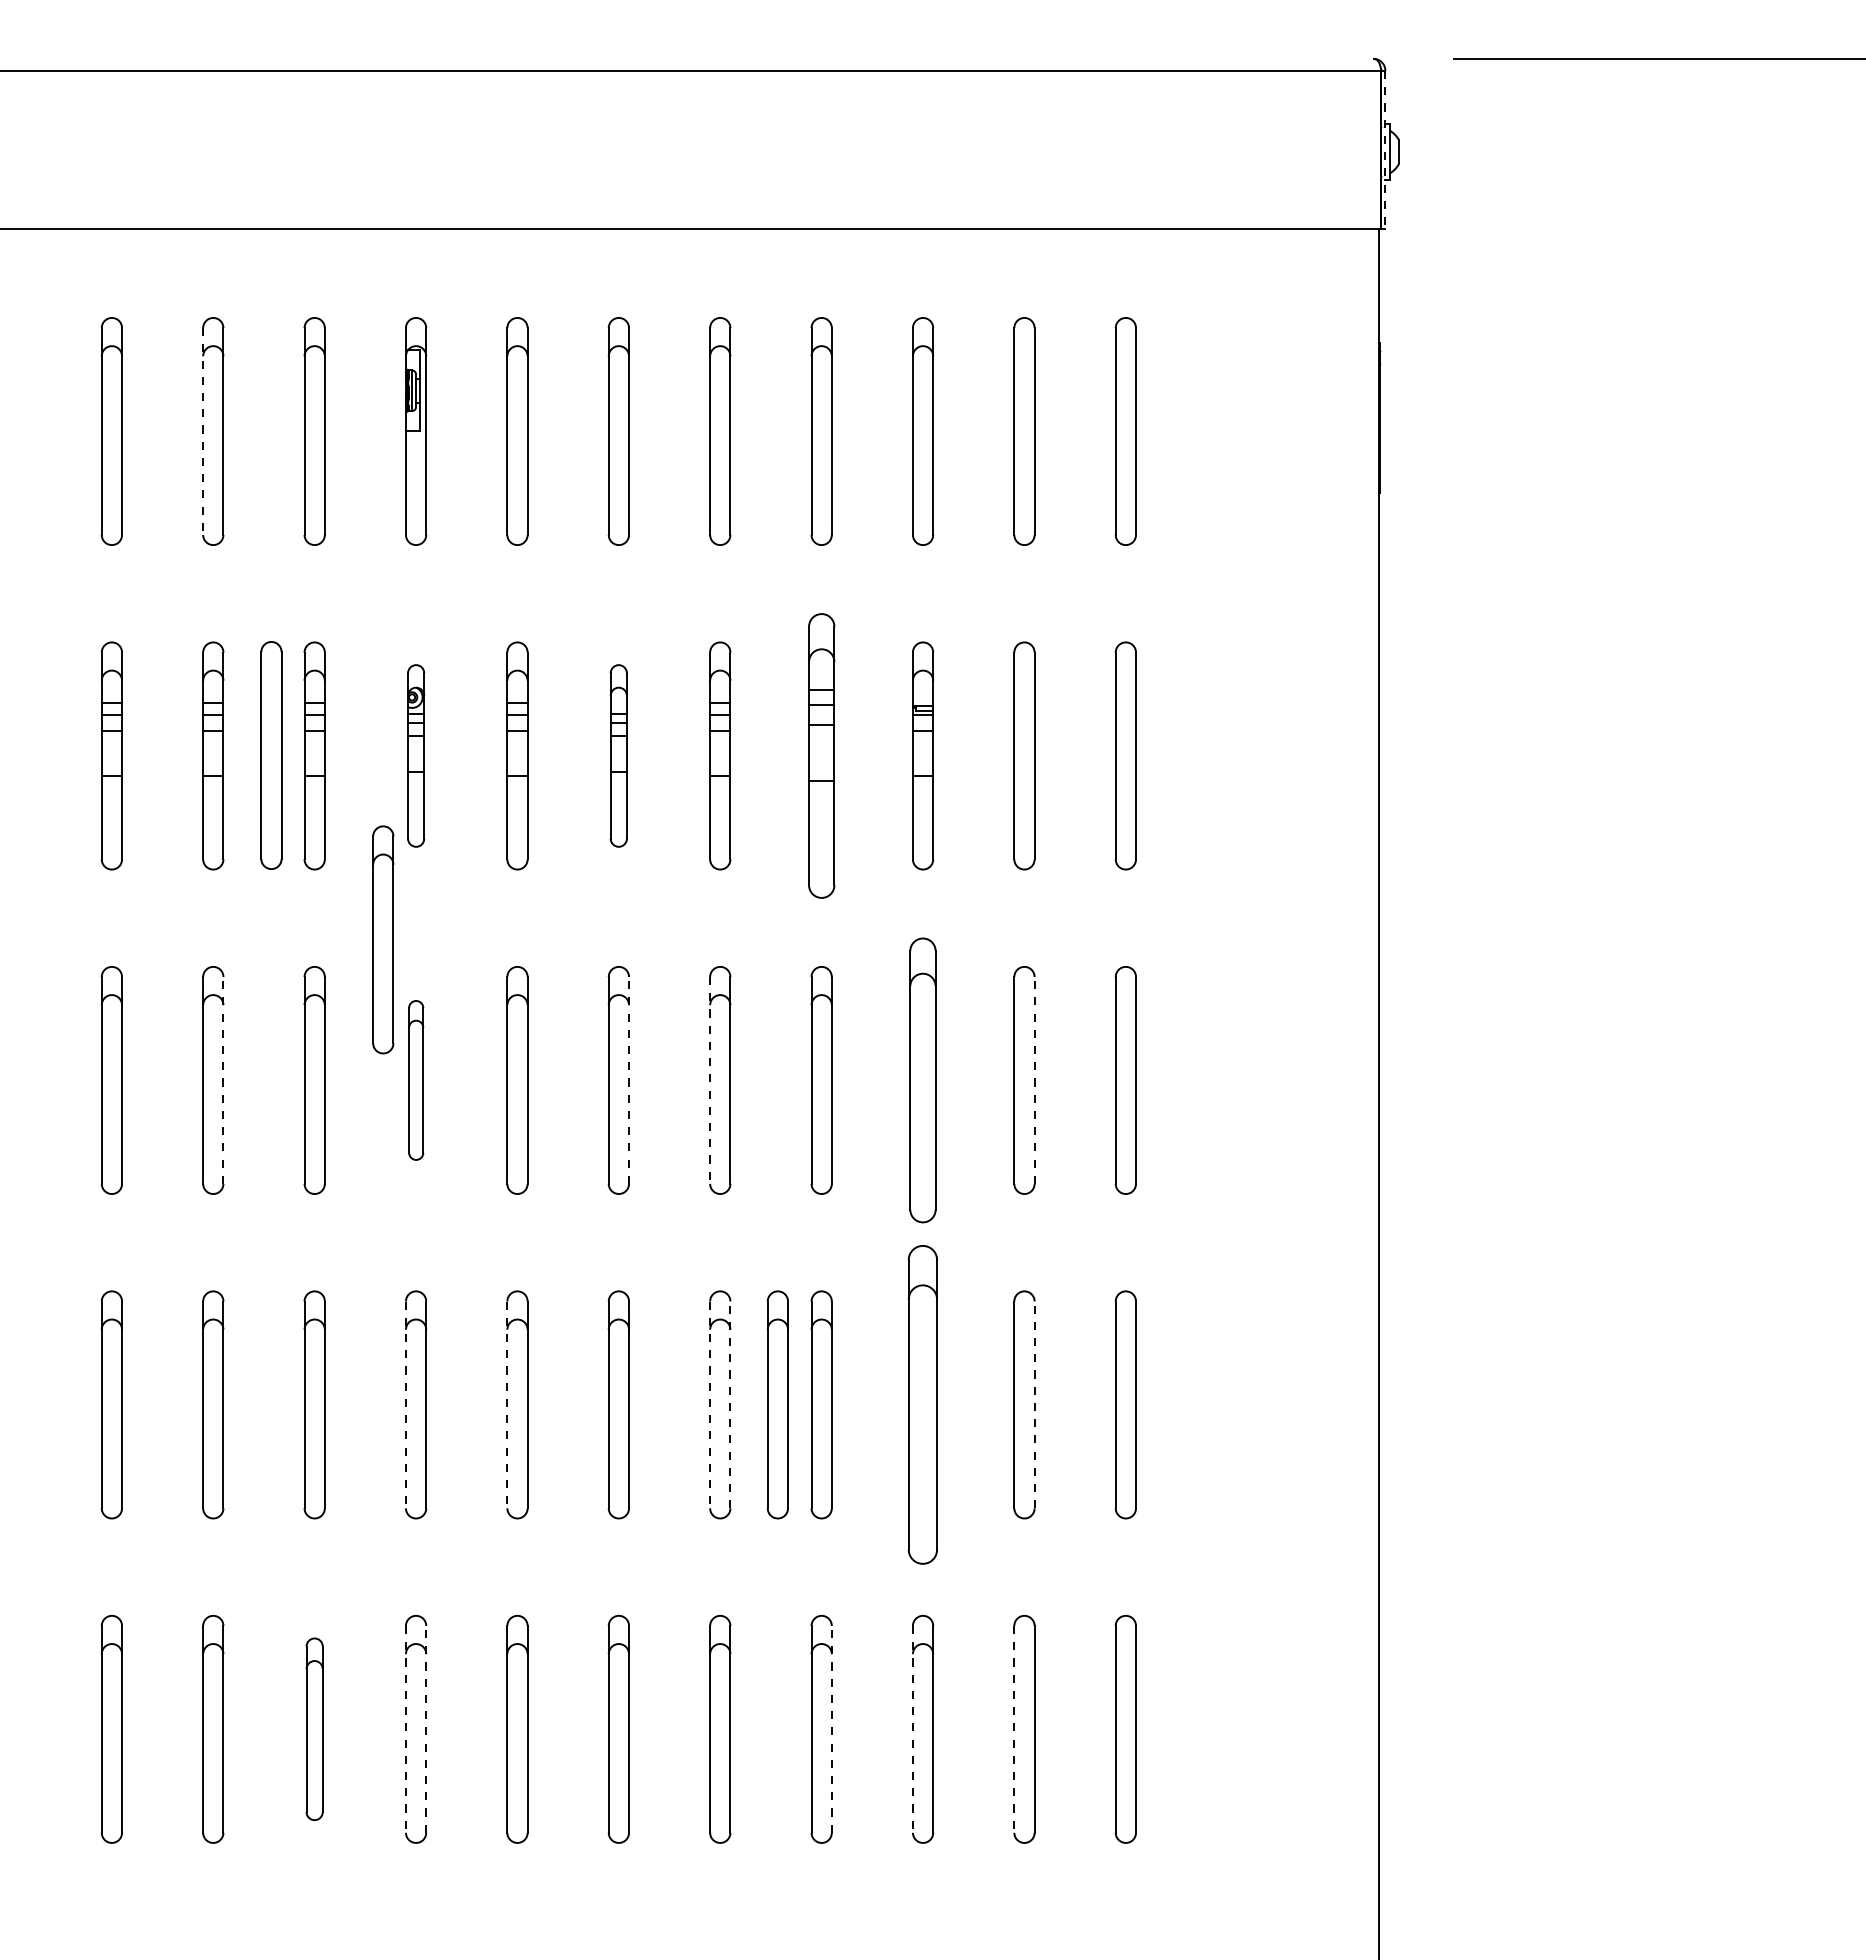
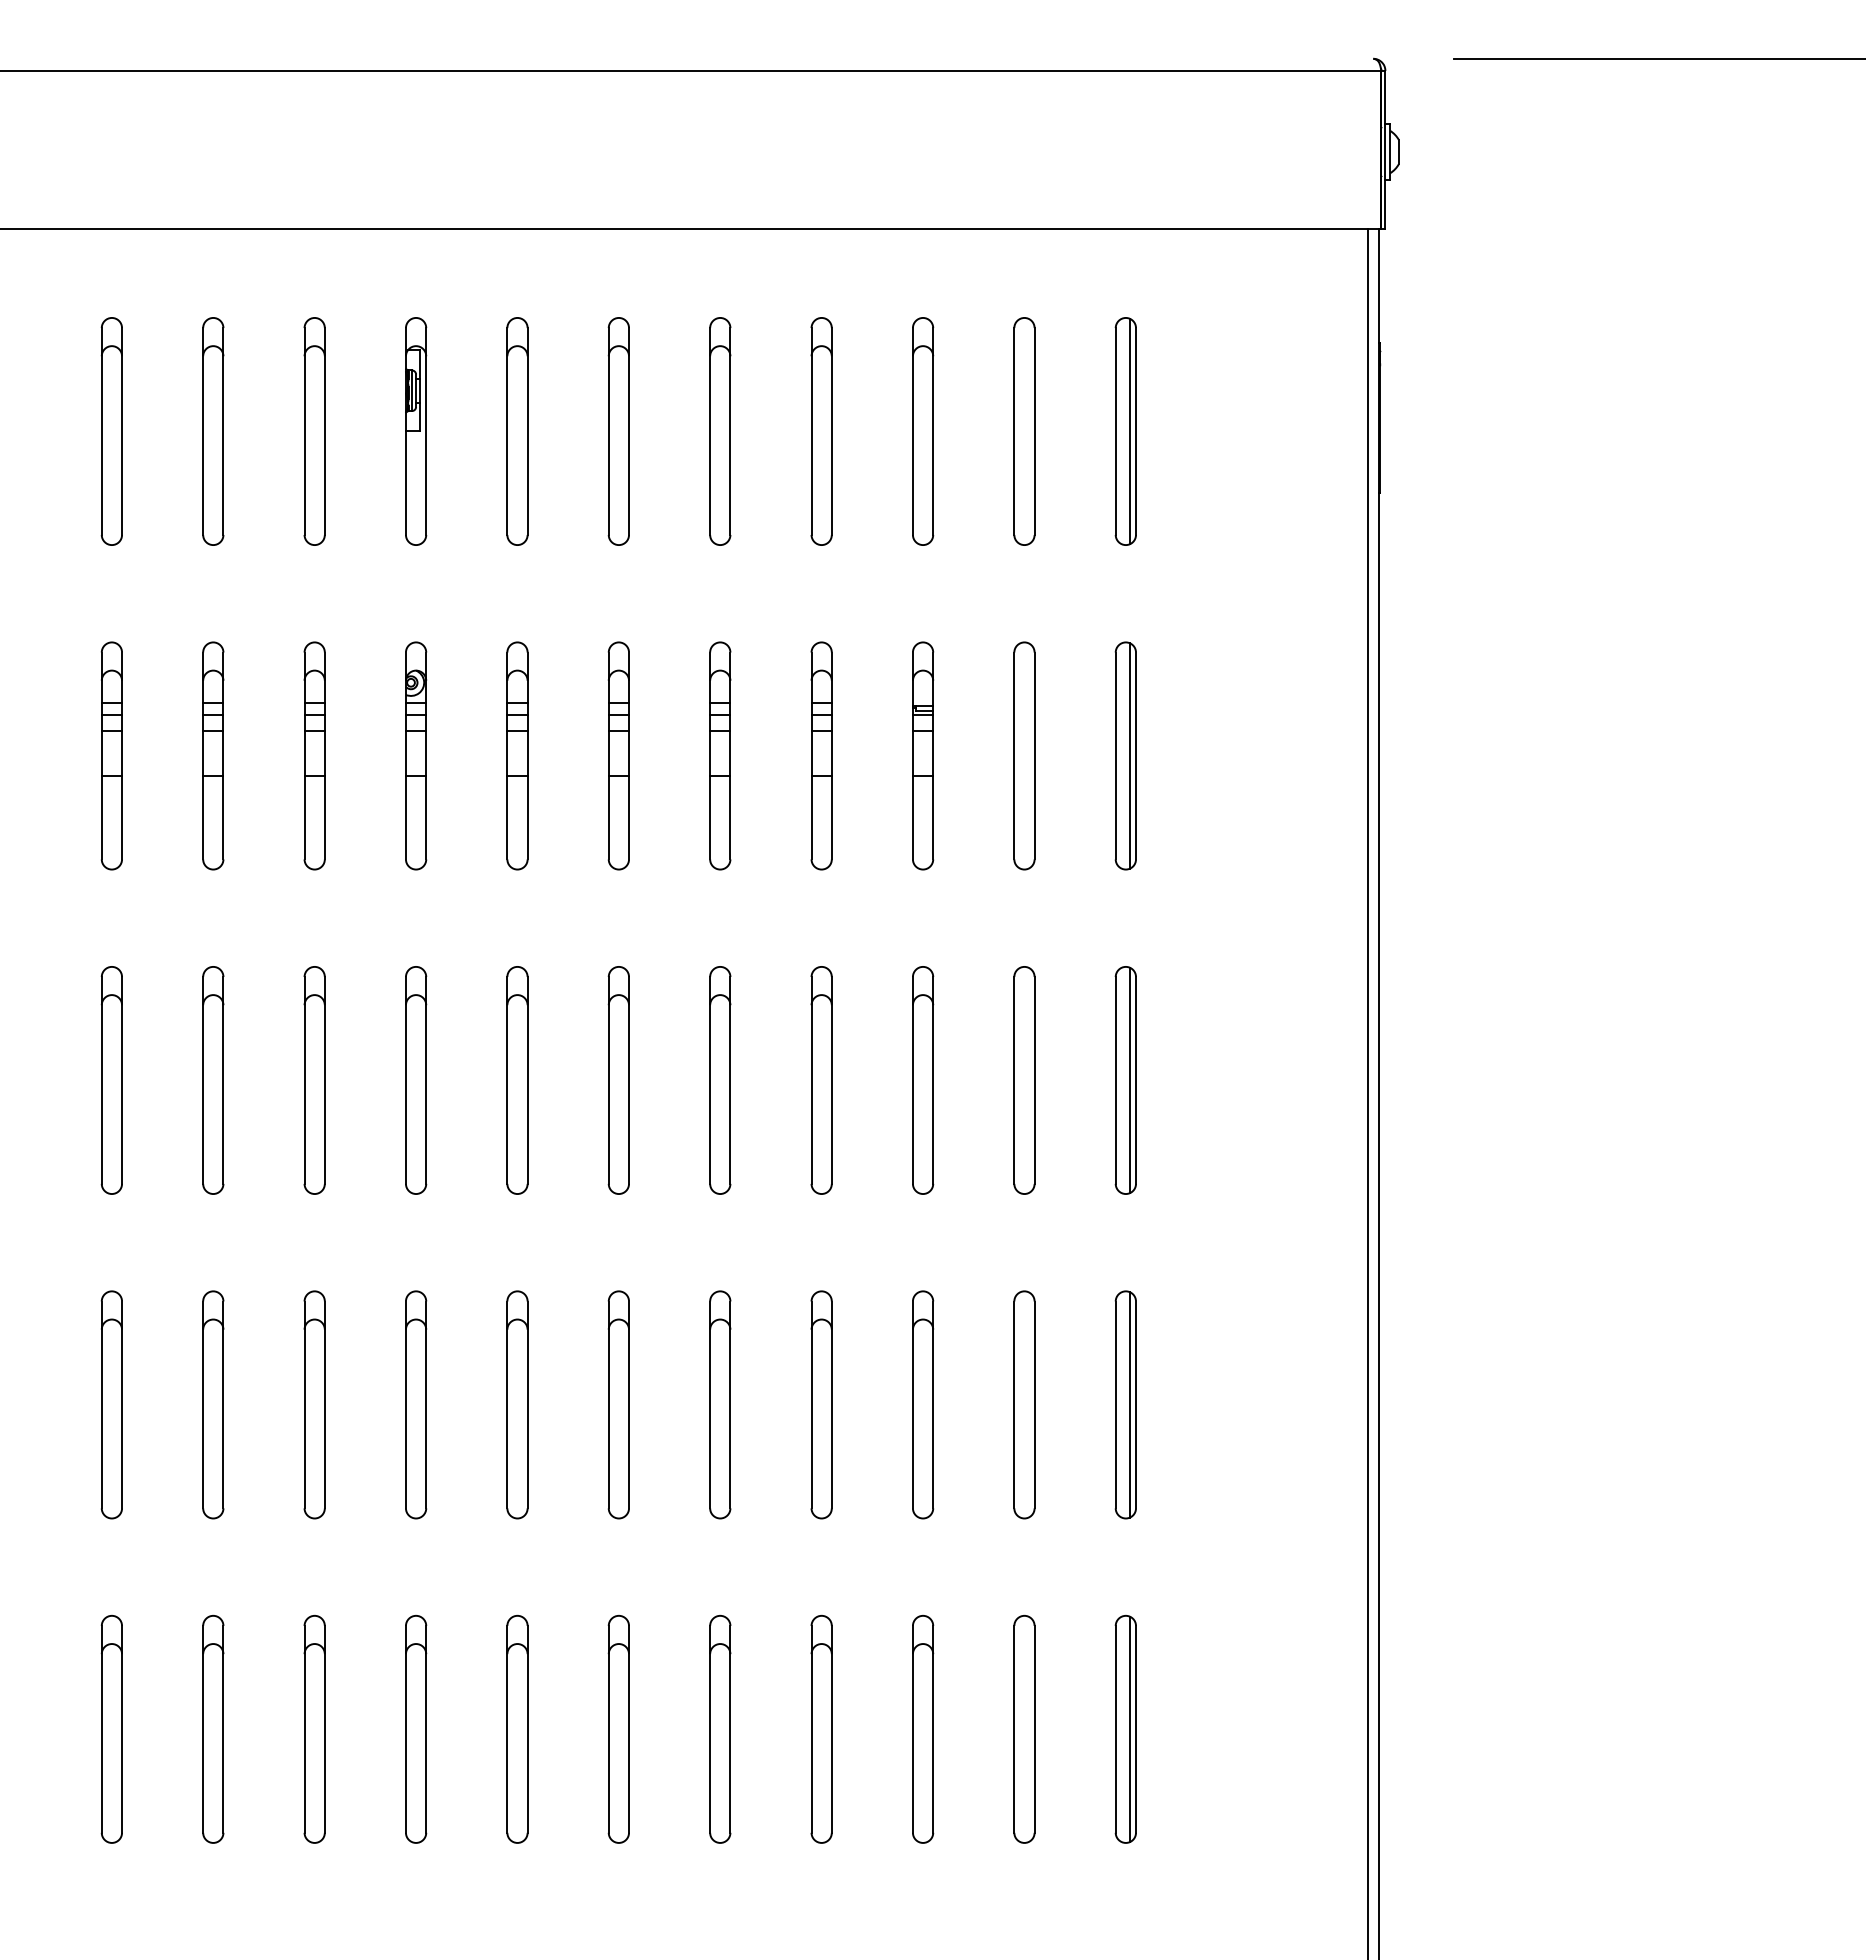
line at (1385, 150): dashed -> solid
line at (1129, 431): none -> present
line at (203, 432): dashed -> solid
part at (271, 755): present -> none
part at (416, 755) size: 19x184 px -> 23x230 px
part at (618, 755) size: 19x184 px -> 23x230 px
part at (821, 755) size: 28x286 px -> 23x230 px
line at (1129, 755): none -> present
part at (383, 939): present -> none
line at (223, 1079): dashed -> solid
line at (629, 1079): dashed -> solid
line at (1034, 1079): dashed -> solid
part at (416, 1080) size: 17x161 px -> 23x229 px
line at (710, 1080): dashed -> solid
part at (922, 1080) size: 28x287 px -> 23x229 px
line at (1129, 1080): none -> present
line at (1368, 1092): none -> present
line at (730, 1404): dashed -> solid
part at (777, 1404): present -> none
part at (922, 1404) size: 31x320 px -> 23x230 px
line at (1034, 1404): dashed -> solid
line at (1129, 1404): none -> present
line at (405, 1405): dashed -> solid
line at (507, 1405): dashed -> solid
line at (710, 1405): dashed -> solid
part at (314, 1728) size: 19x184 px -> 23x230 px
line at (426, 1728): dashed -> solid
line at (831, 1728): dashed -> solid
line at (405, 1729): dashed -> solid
line at (912, 1729): dashed -> solid
line at (1014, 1729): dashed -> solid
line at (1129, 1729): none -> present
